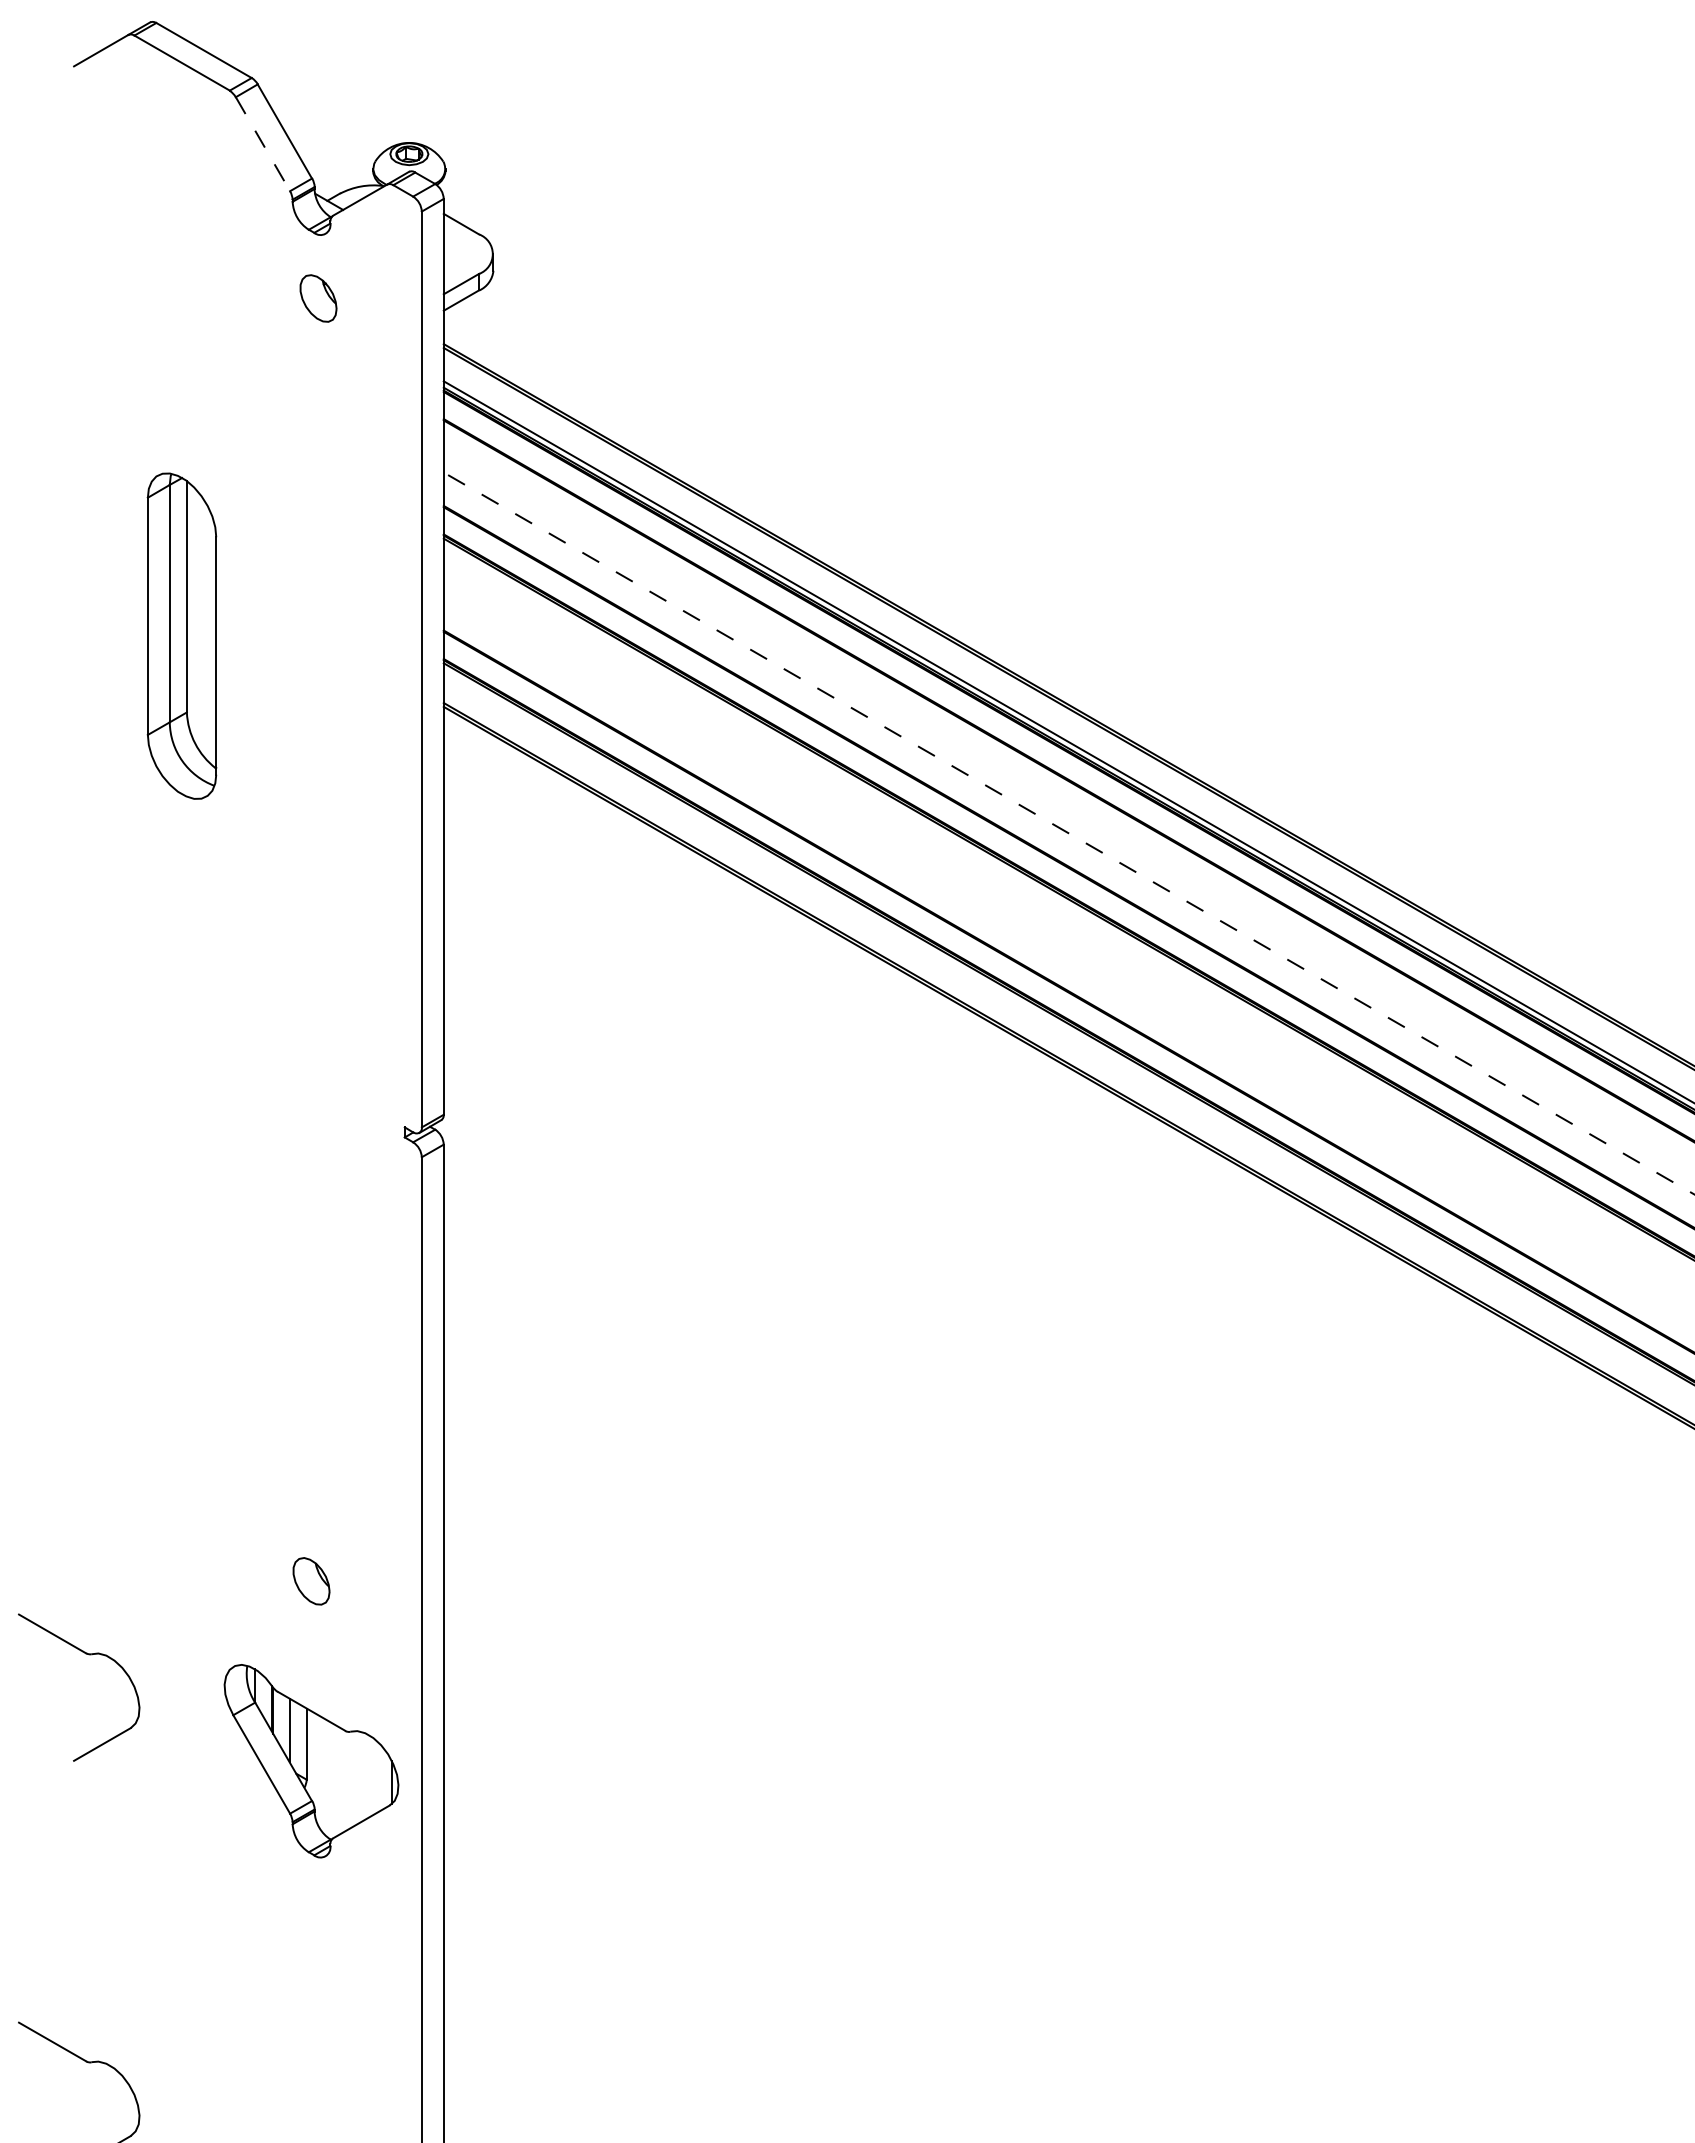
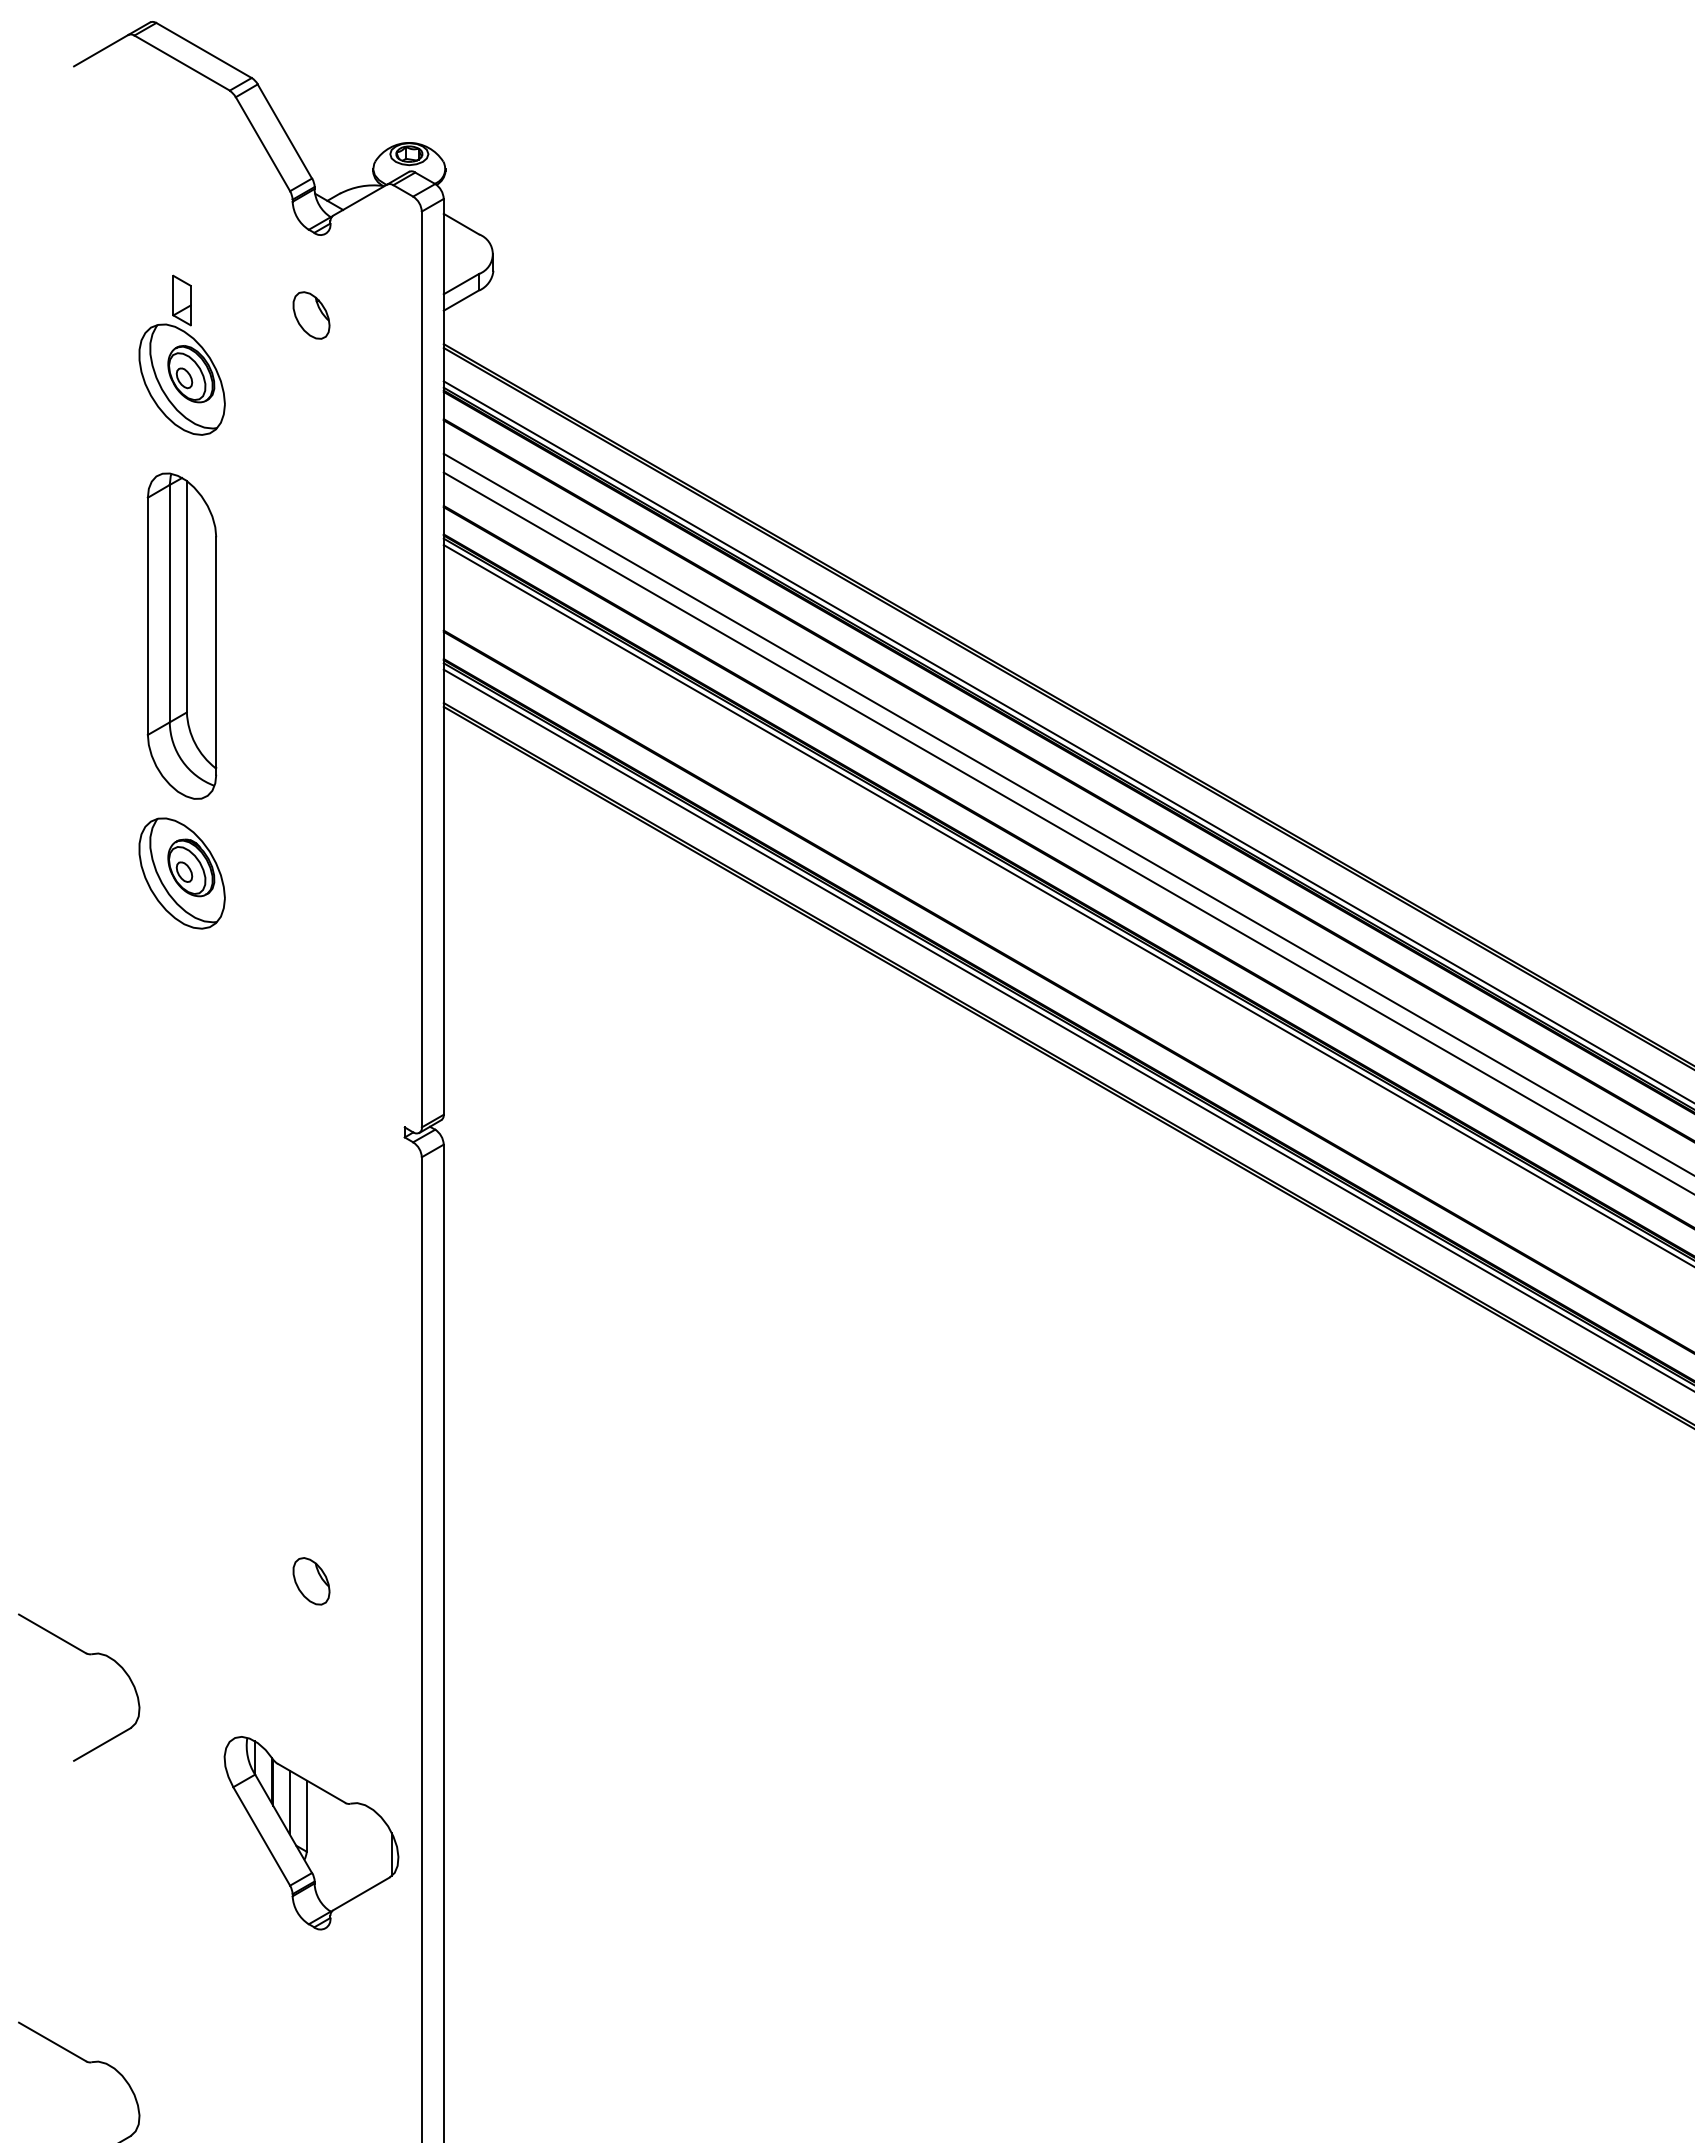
line at (263, 144): dashed -> solid
part at (318, 298) position: (318, 298) -> (311, 315)
part at (181, 354): none -> present
line at (1067, 813): none -> present
line at (1068, 833): dashed -> solid
part at (181, 873): none -> present
line at (1067, 905): none -> present
line at (1067, 1029): none -> present
part at (311, 1761) position: (311, 1761) -> (311, 1833)
